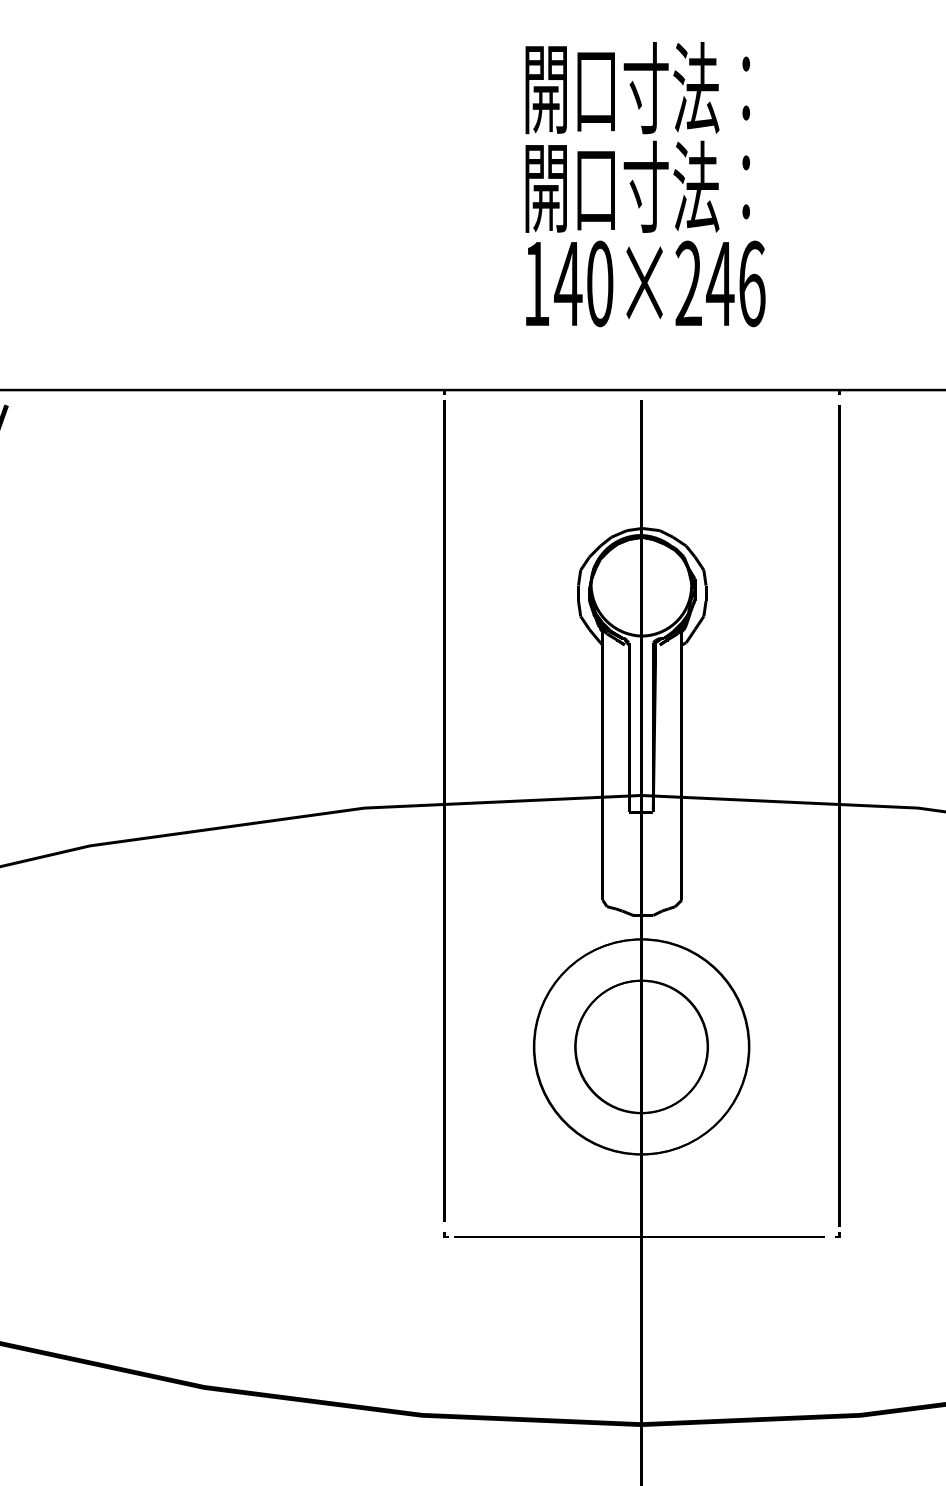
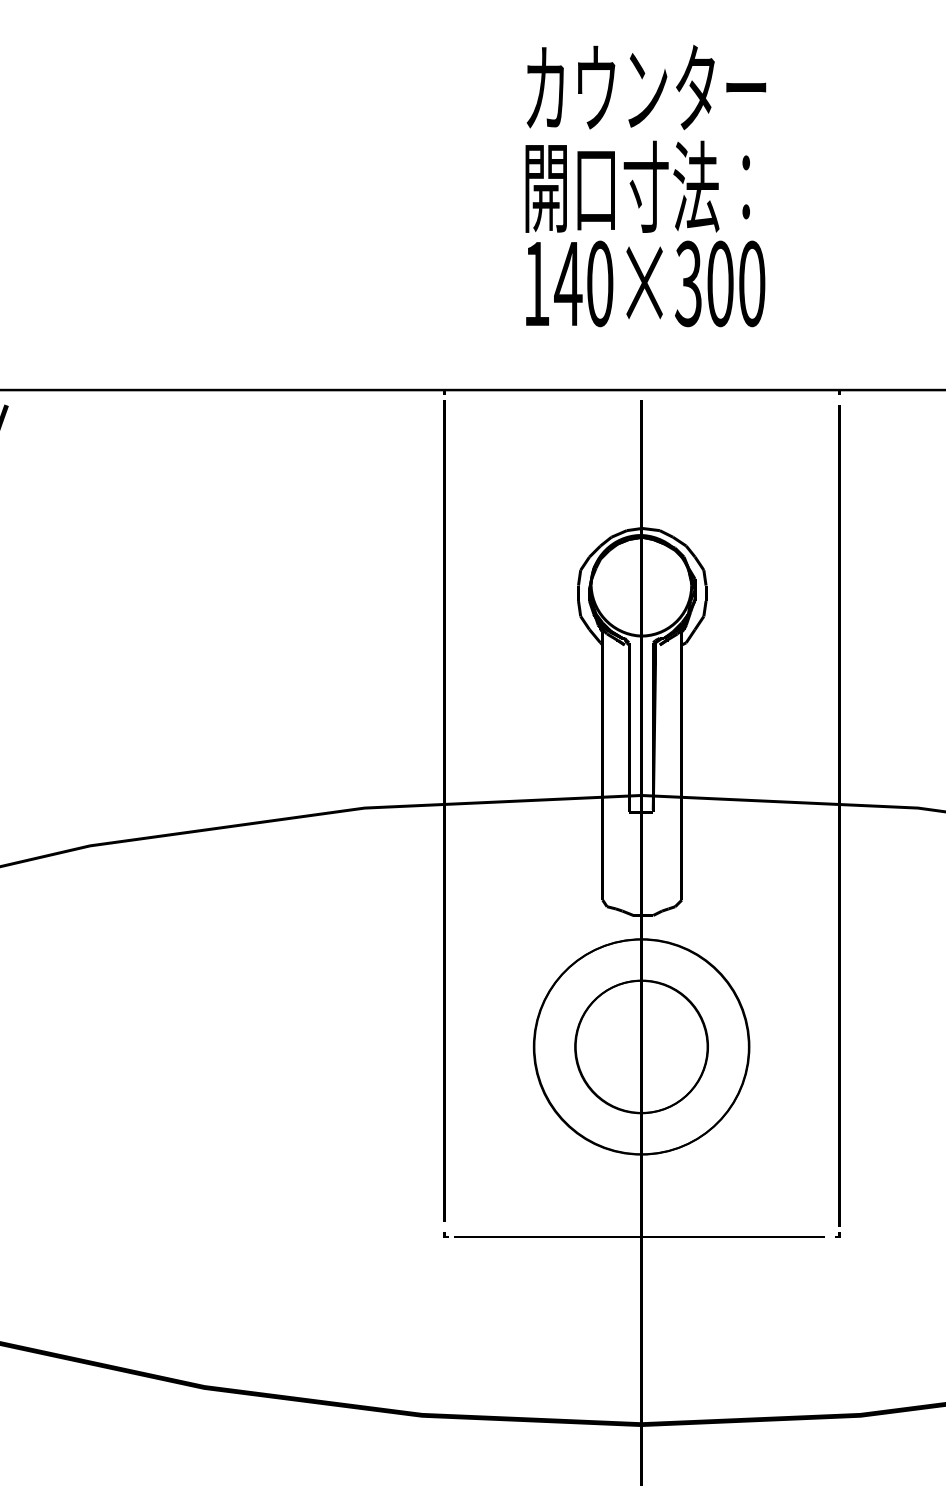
text at (645, 88): 開口寸法： -> カウンター
text at (720, 283): 140×246 -> 140×300
